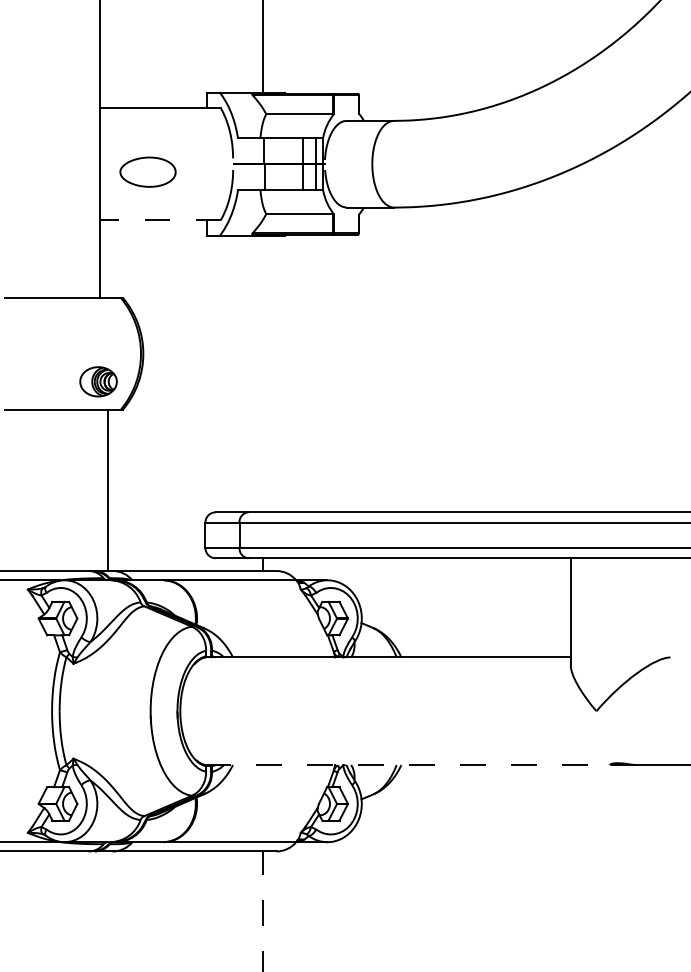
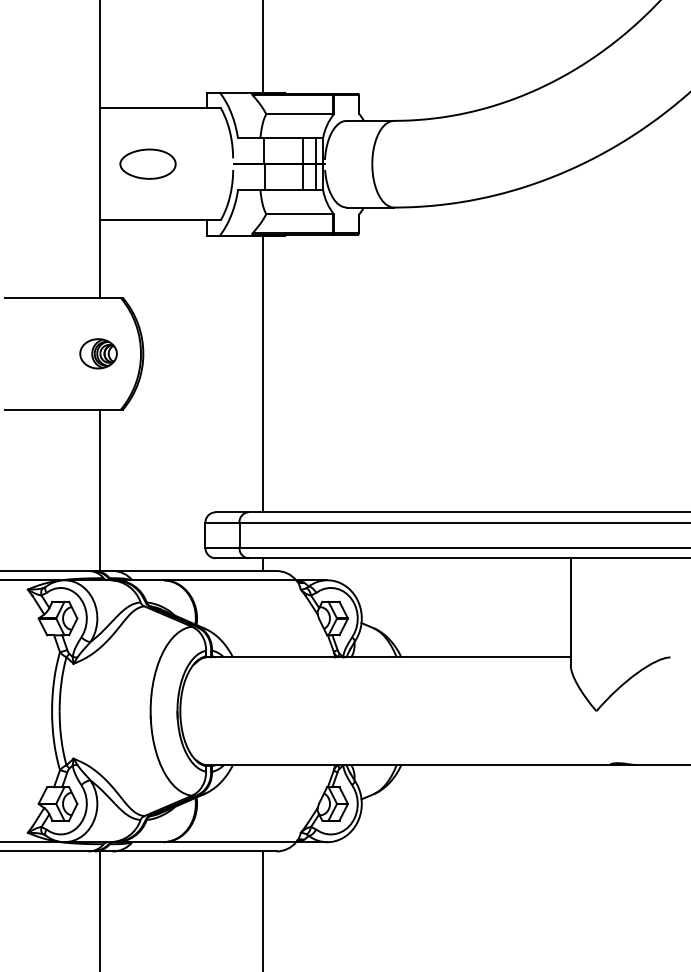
part at (147, 171) position: (147, 171) -> (147, 163)
line at (160, 220): dashed -> solid
line at (263, 373): none -> present
part at (98, 381) position: (98, 381) -> (98, 353)
line at (107, 489) position: (107, 489) -> (99, 489)
line at (409, 765): dashed -> solid
line at (99, 909): none -> present
line at (263, 911): dashed -> solid
